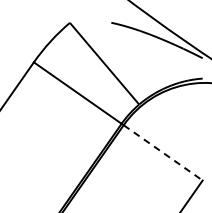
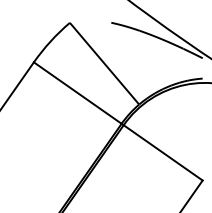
line at (163, 153): dashed -> solid
